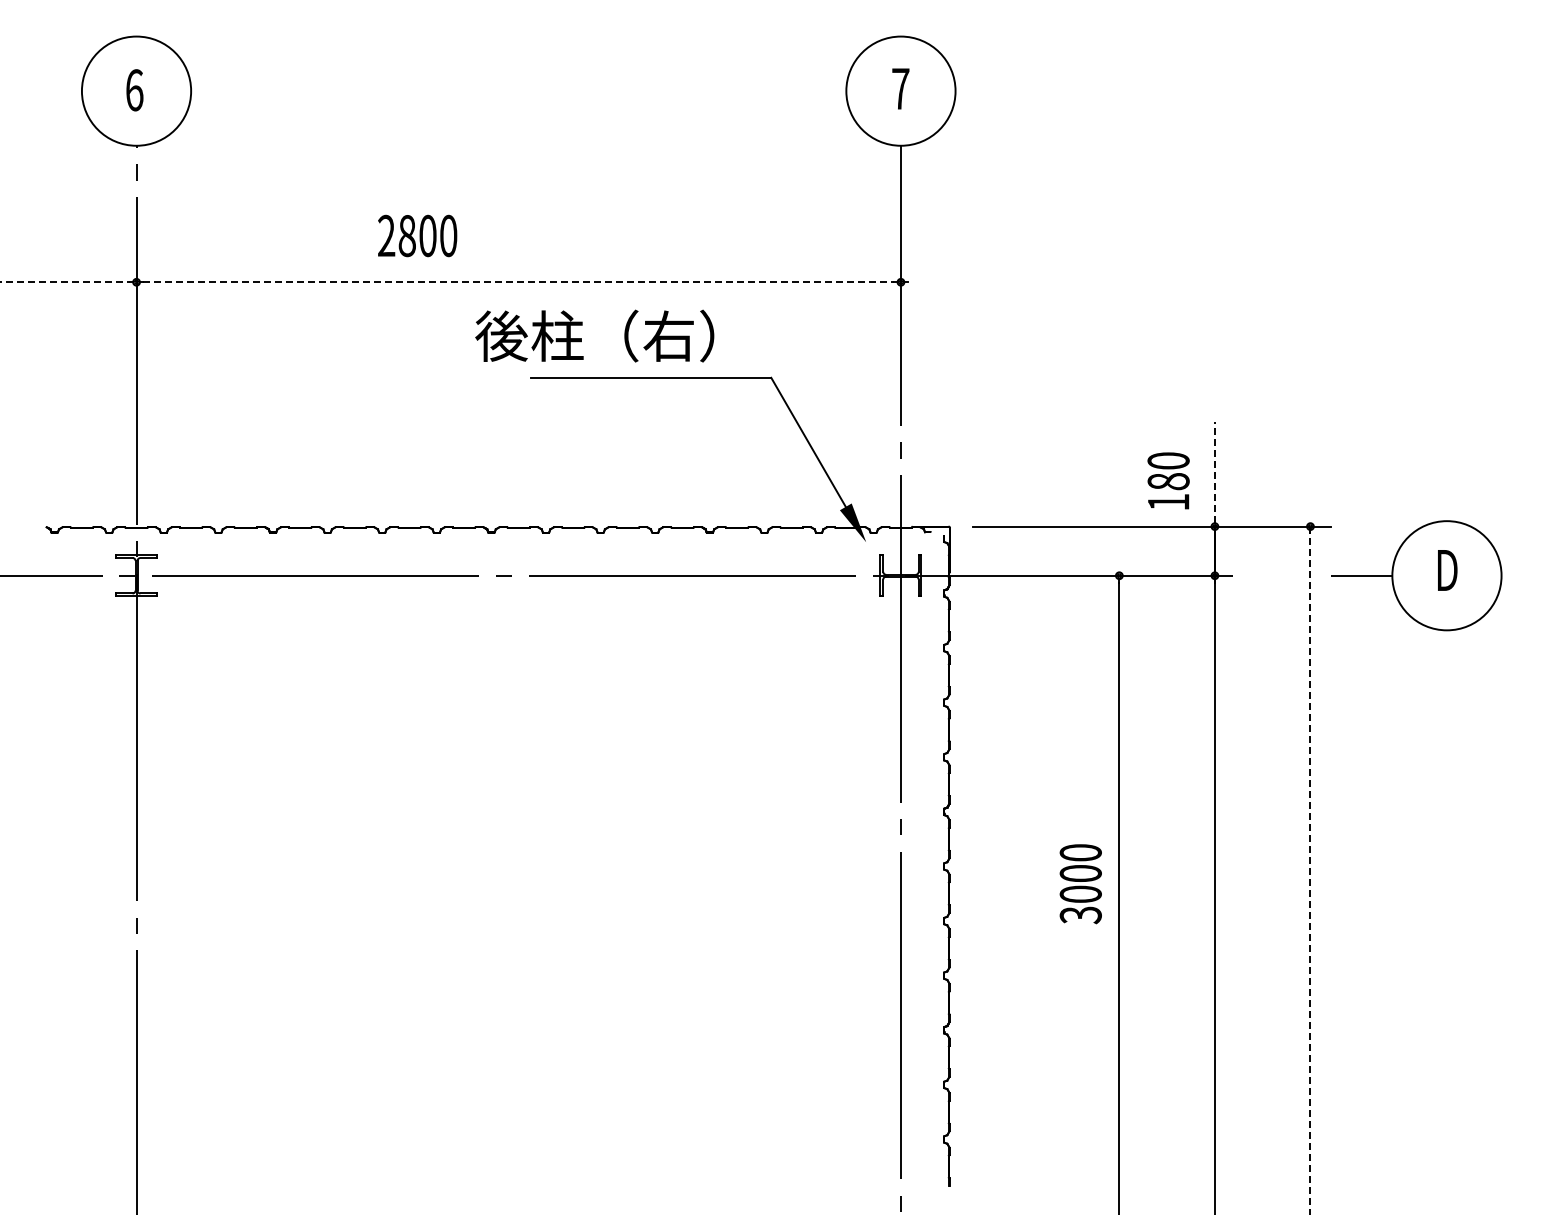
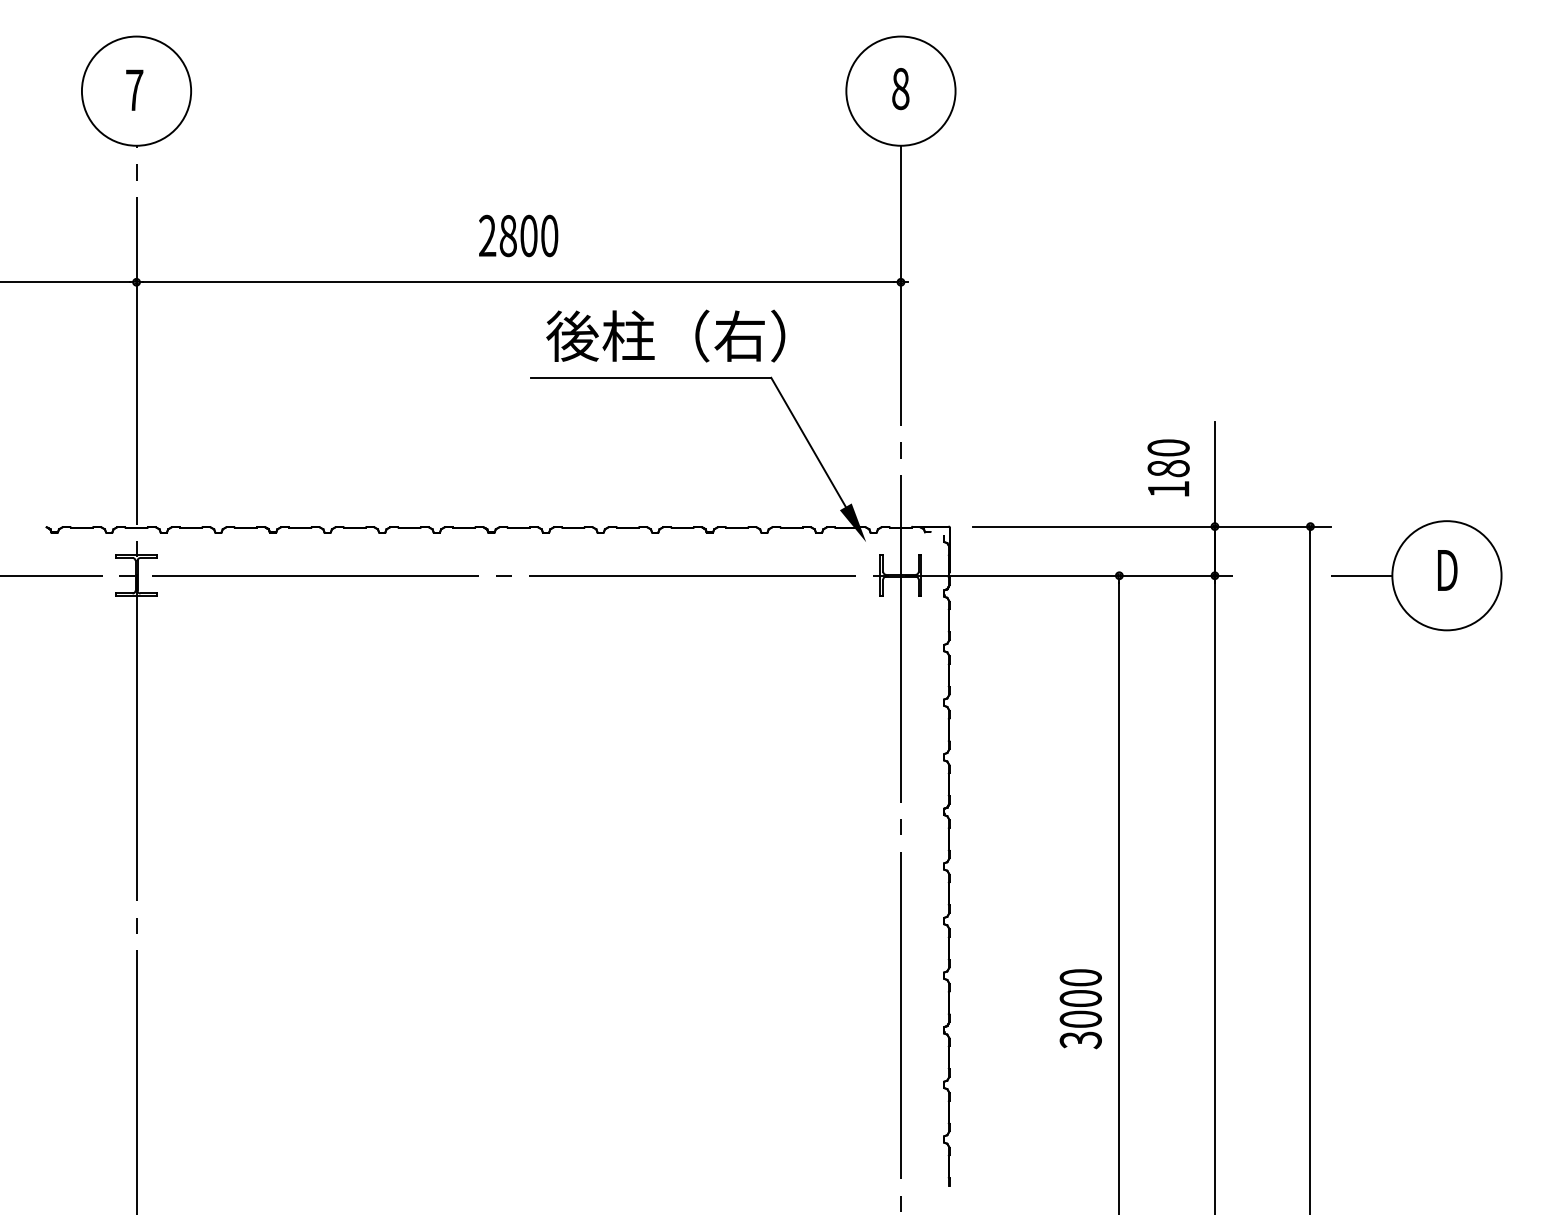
text at (900, 89): 7 -> 8
text at (134, 90): 6 -> 7
text at (417, 235) position: (417, 235) -> (518, 235)
line at (65, 282): dashed -> solid
line at (519, 282): dashed -> solid
text at (594, 335) position: (594, 335) -> (665, 335)
line at (1214, 472): dashed -> solid
text at (1168, 480) position: (1168, 480) -> (1168, 467)
line at (1310, 870): dashed -> solid
text at (1080, 884) position: (1080, 884) -> (1080, 1009)
